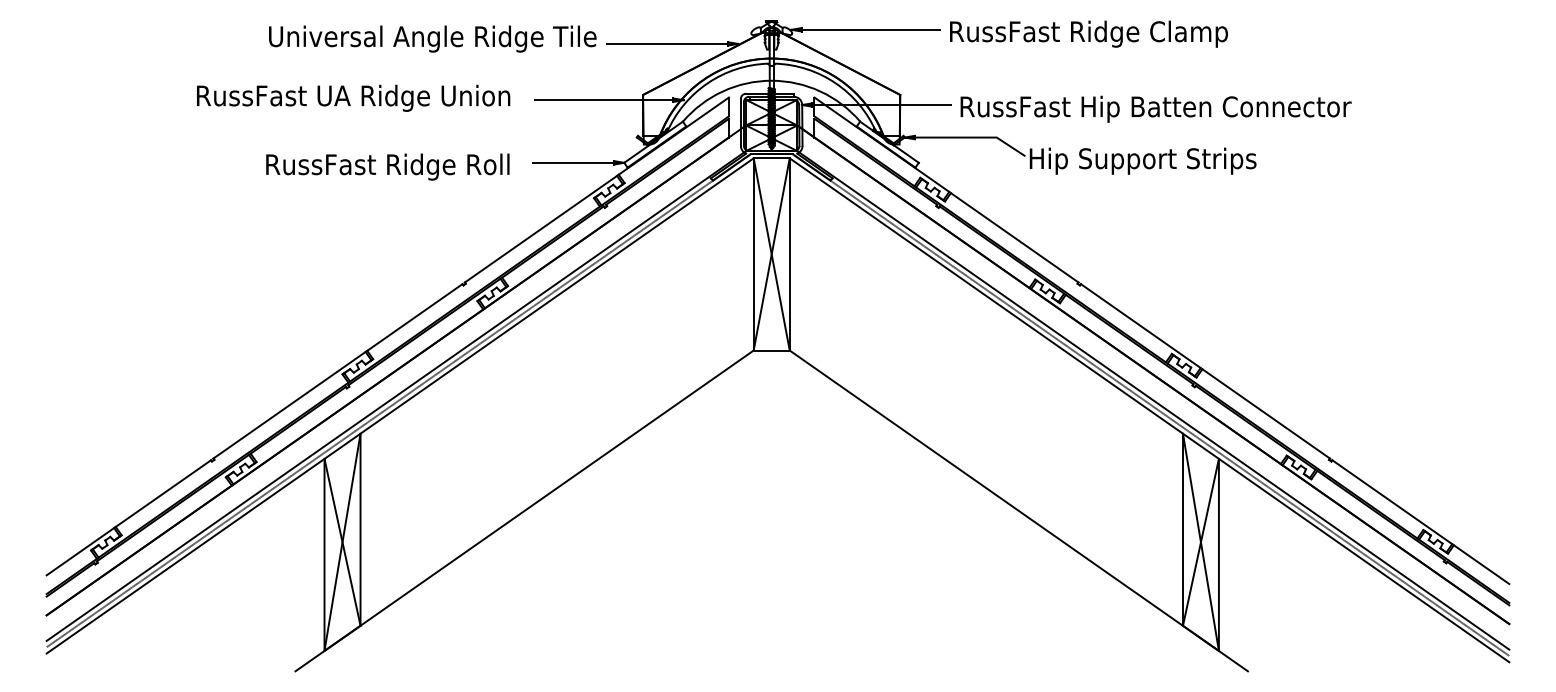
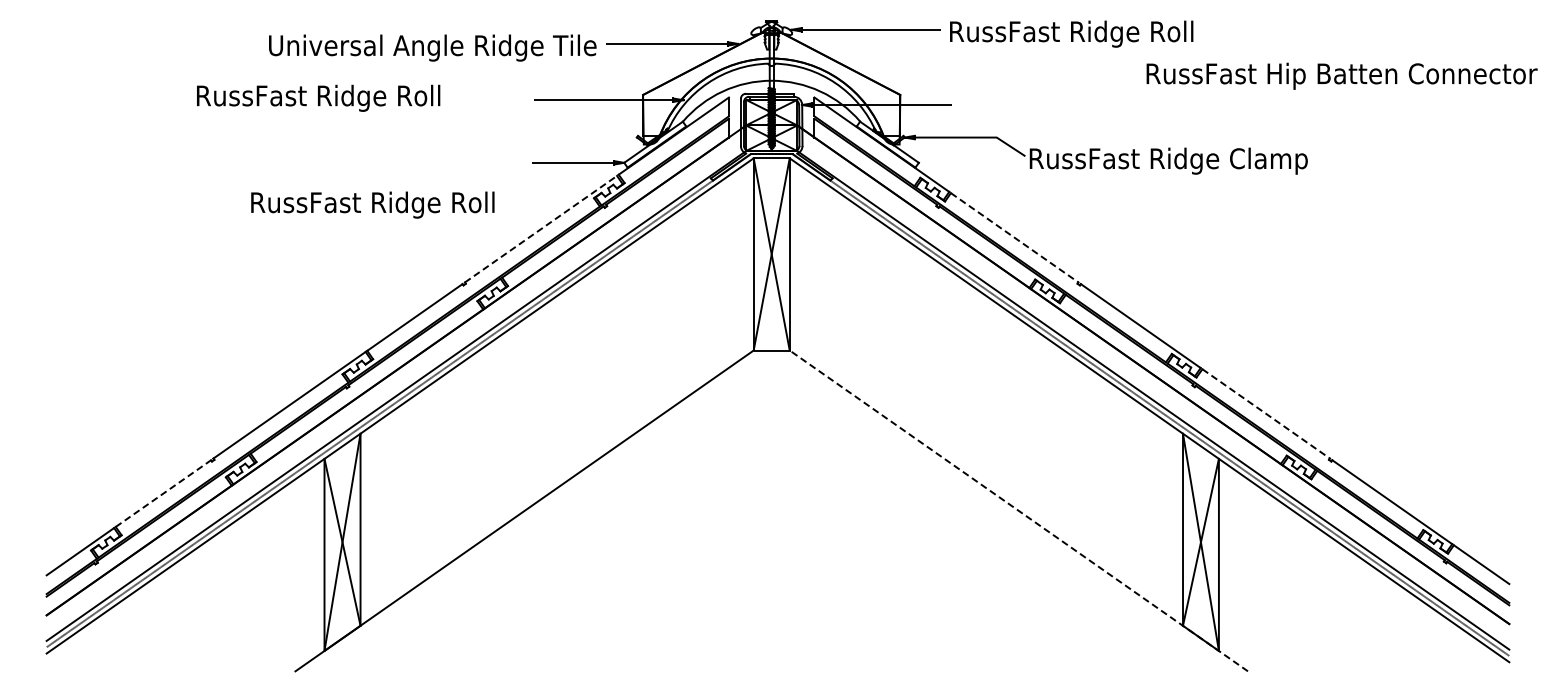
text at (1188, 33): RussFast Ridge Clamp -> RussFast Ridge Roll
text at (432, 38) position: (432, 38) -> (432, 47)
text at (413, 97): RussFast UA Ridge Union -> RussFast Ridge Roll
text at (1155, 108) position: (1155, 108) -> (1341, 75)
text at (1169, 160): Hip Support Strips -> RussFast Ridge Clamp
text at (387, 166) position: (387, 166) -> (372, 204)
line at (541, 229): solid -> dashed
line at (1014, 237): solid -> dashed
line at (1266, 413): solid -> dashed
line at (163, 493): solid -> dashed
line at (1018, 510): solid -> dashed
